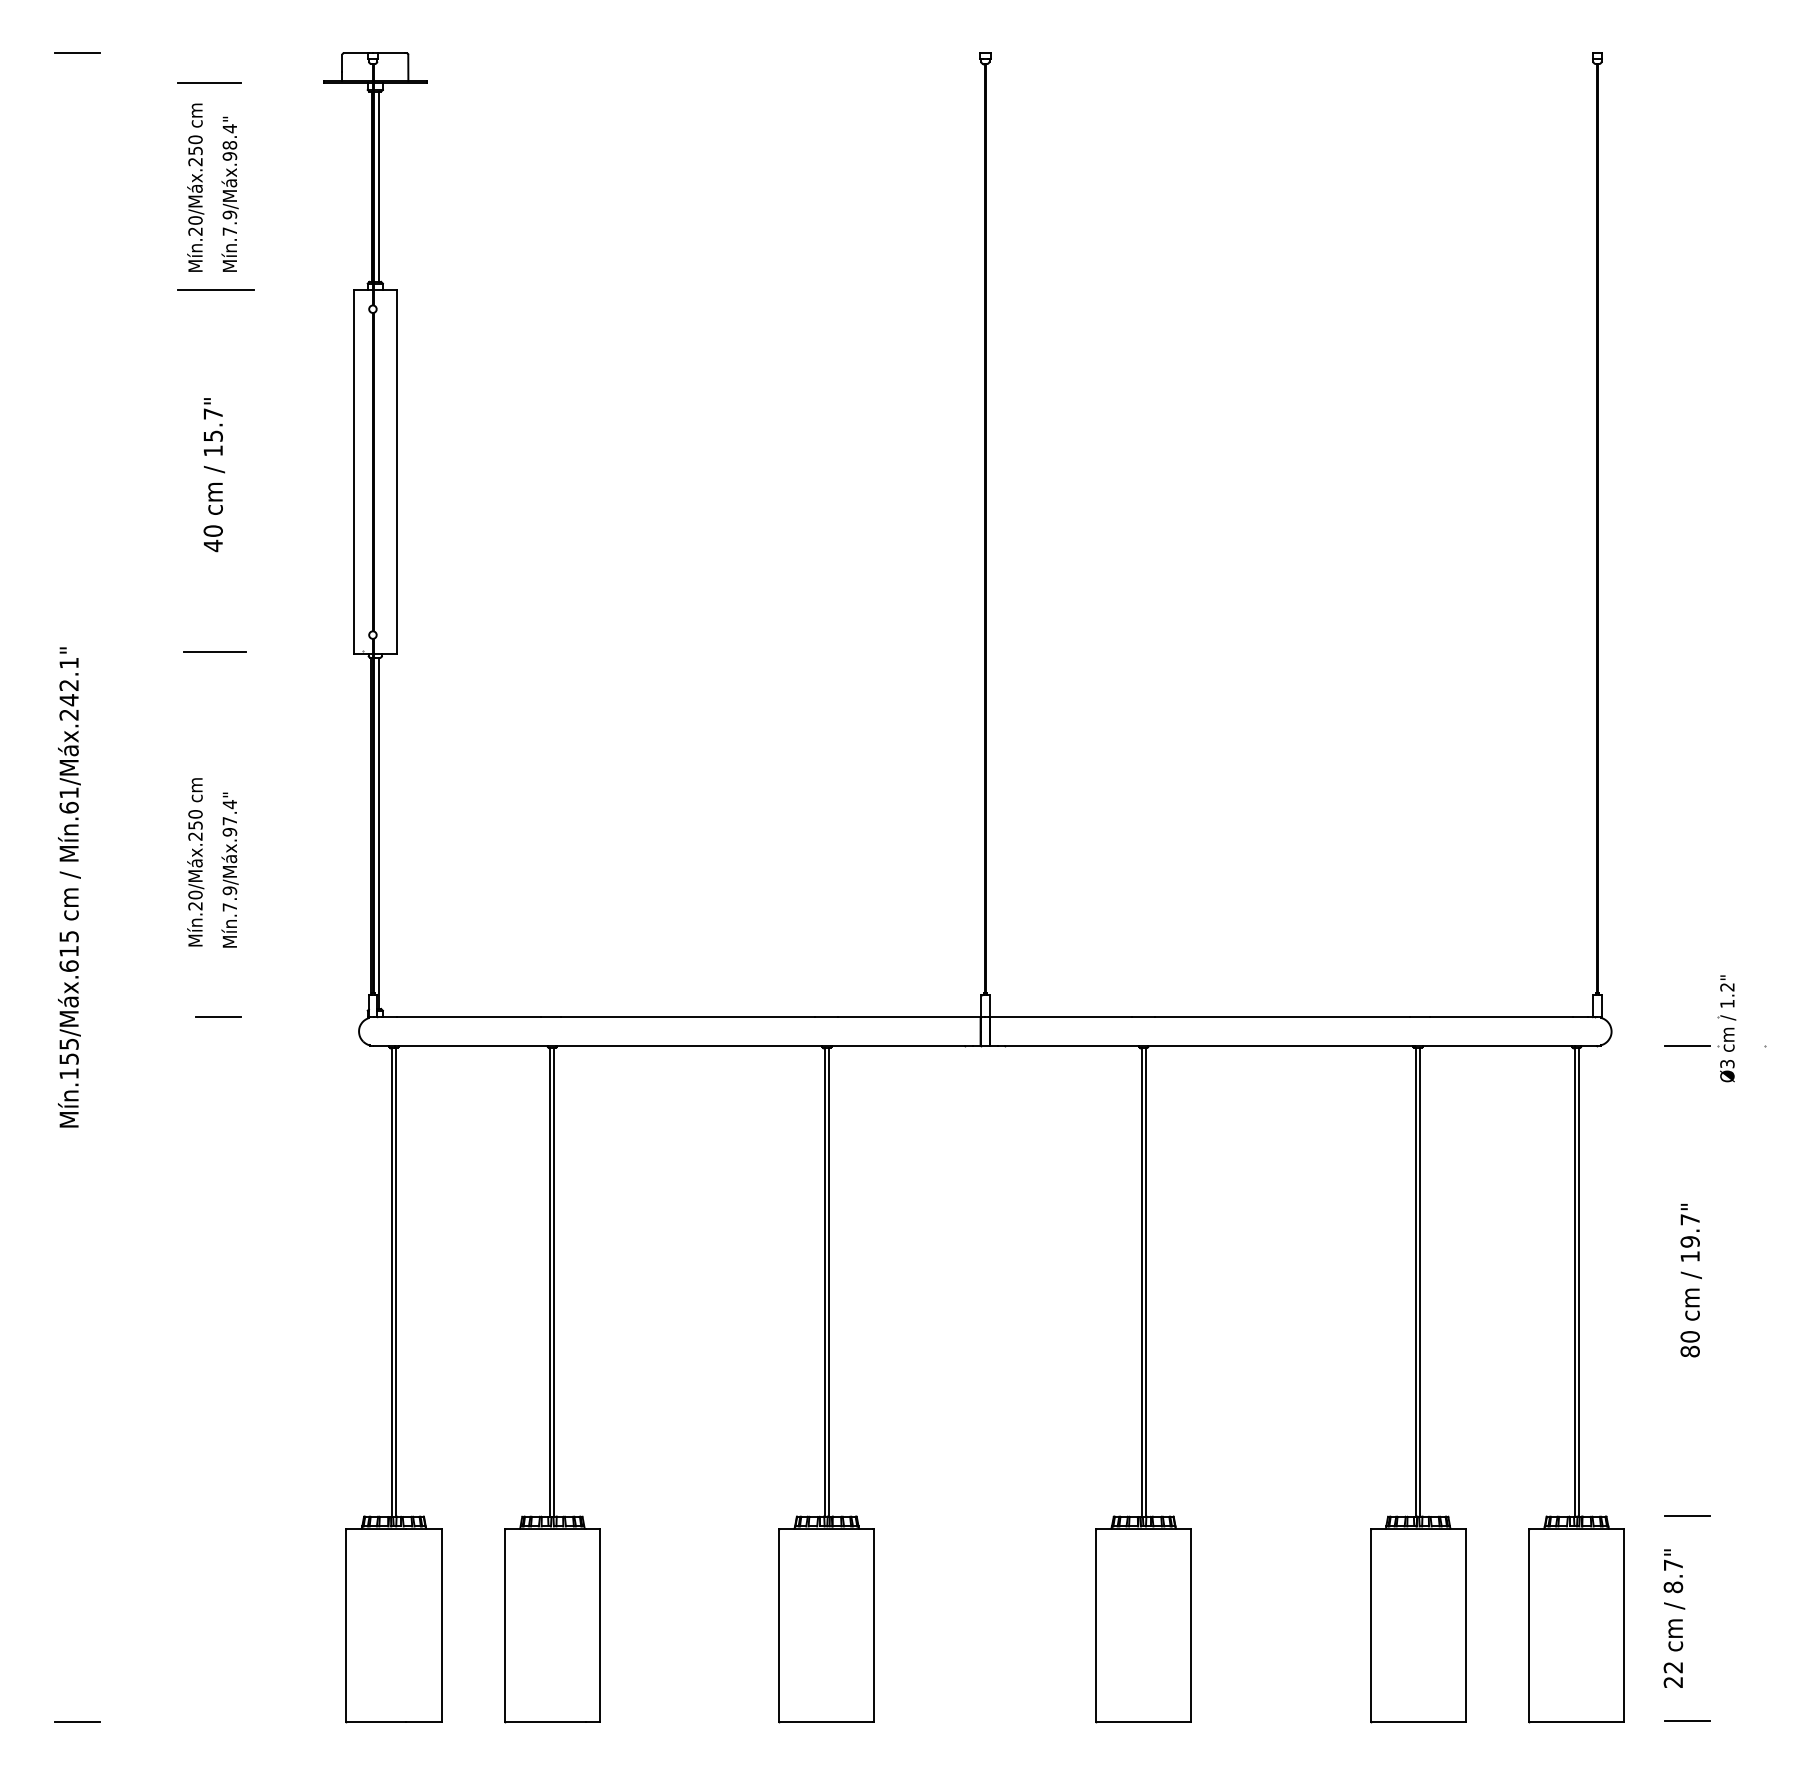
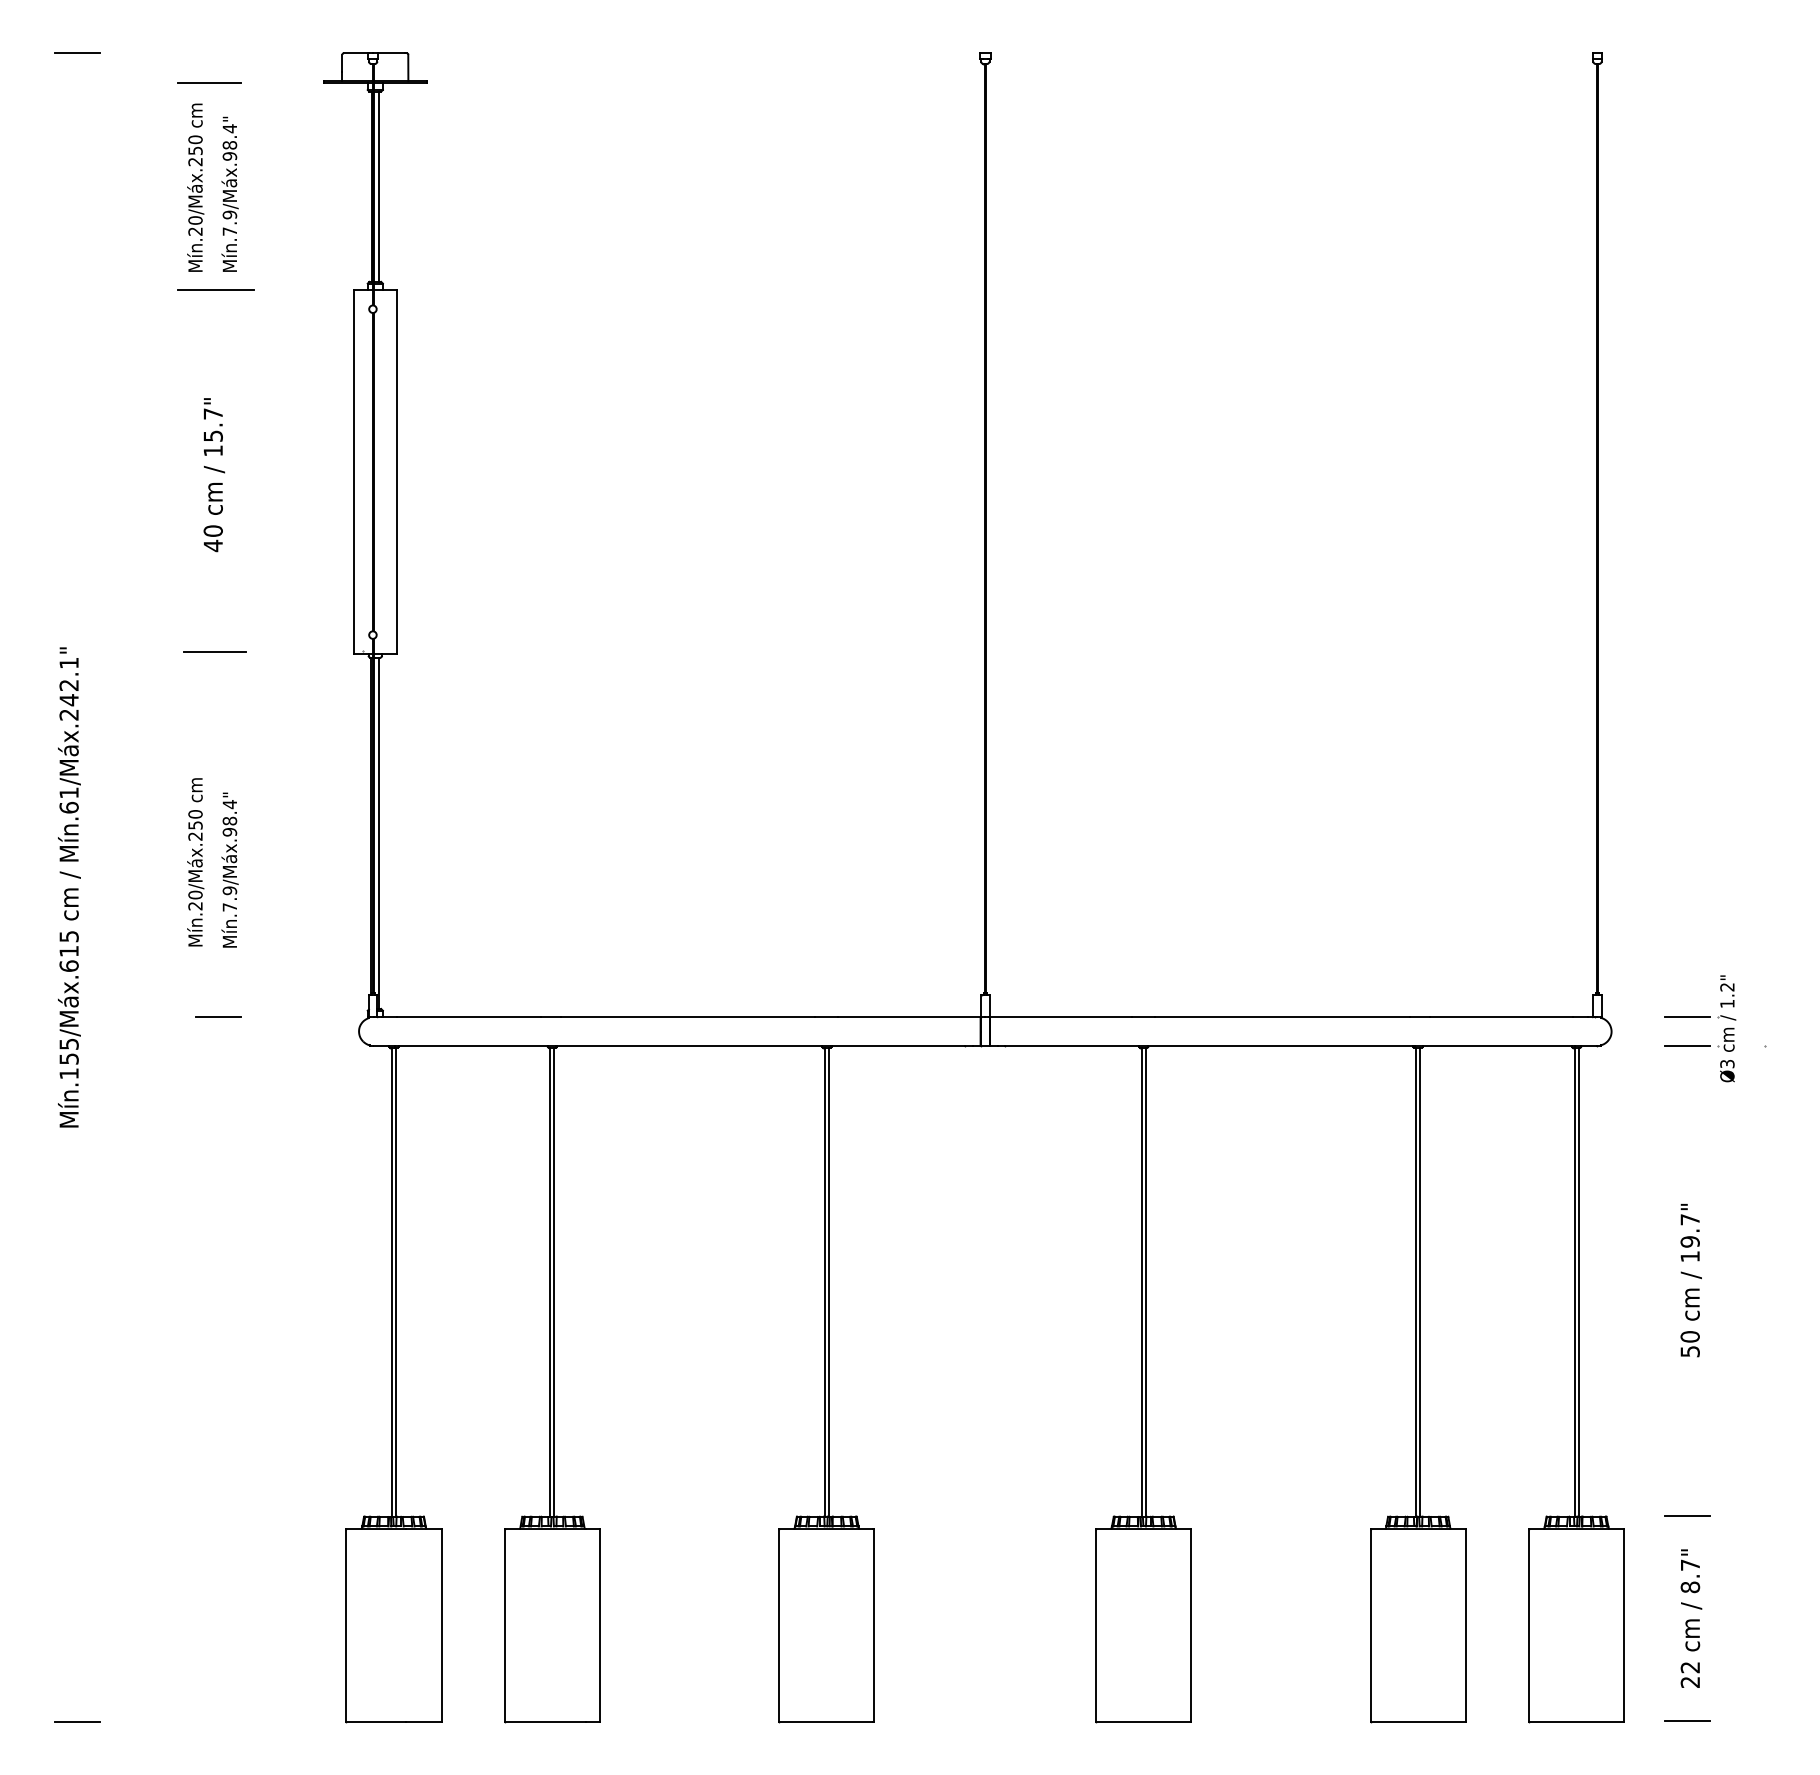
text at (229, 820): Mín.7.9/Máx.97.4" -> Mín.7.9/Máx.98.4"
line at (1686, 1017): none -> present
text at (1689, 1351): 80 -> 50
text at (1674, 1618) position: (1674, 1618) -> (1691, 1618)
